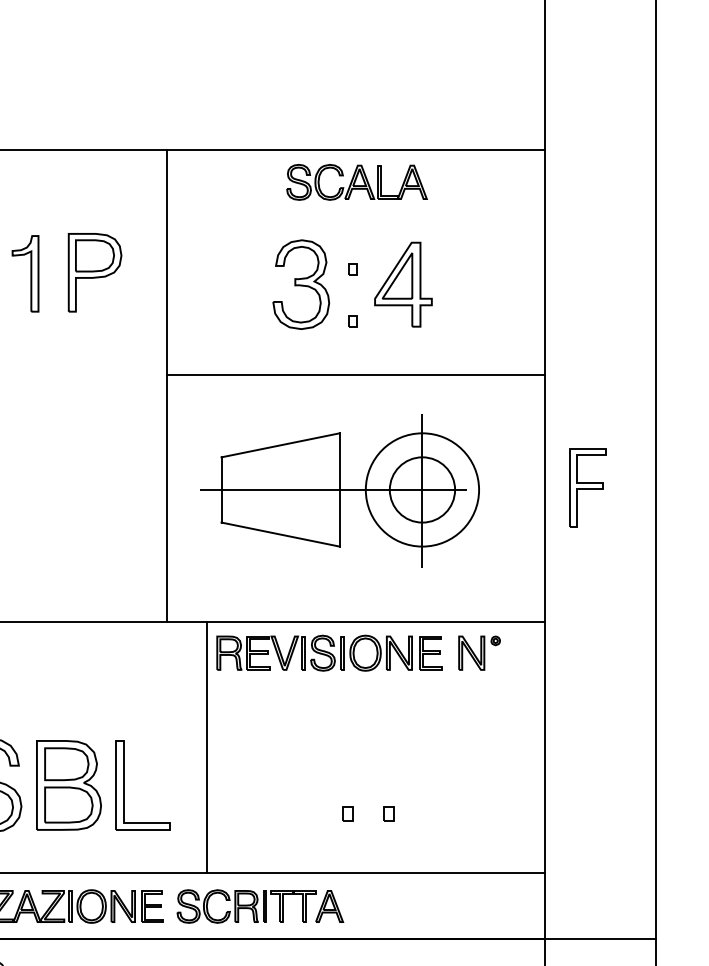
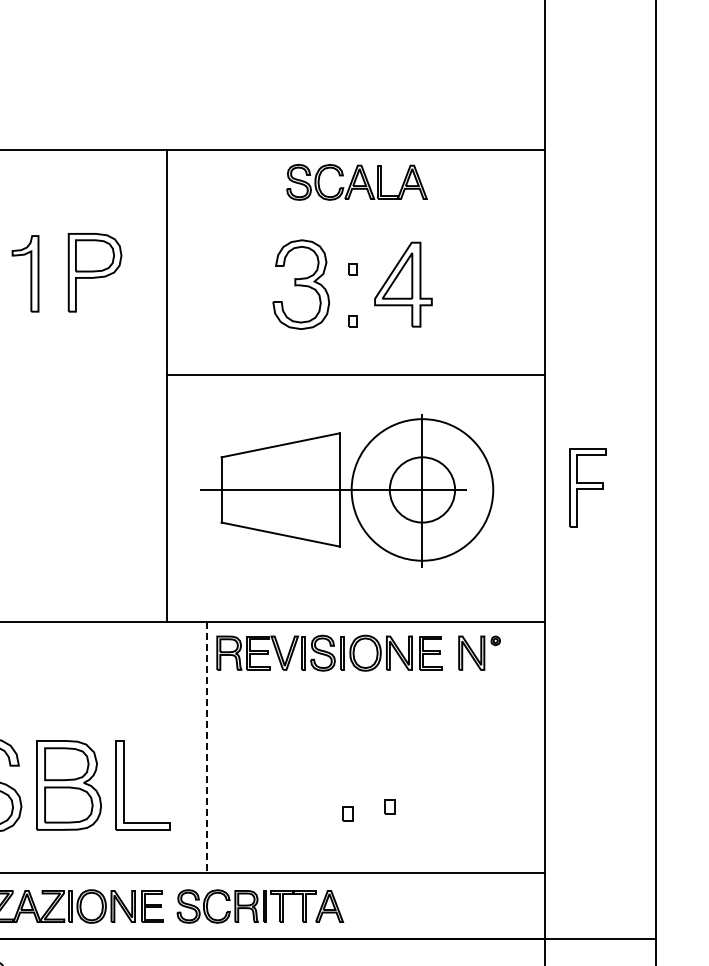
circle at (422, 489) diameter: 113 px -> 142 px
line at (206, 747): solid -> dashed
part at (388, 813) position: (388, 813) -> (389, 806)
